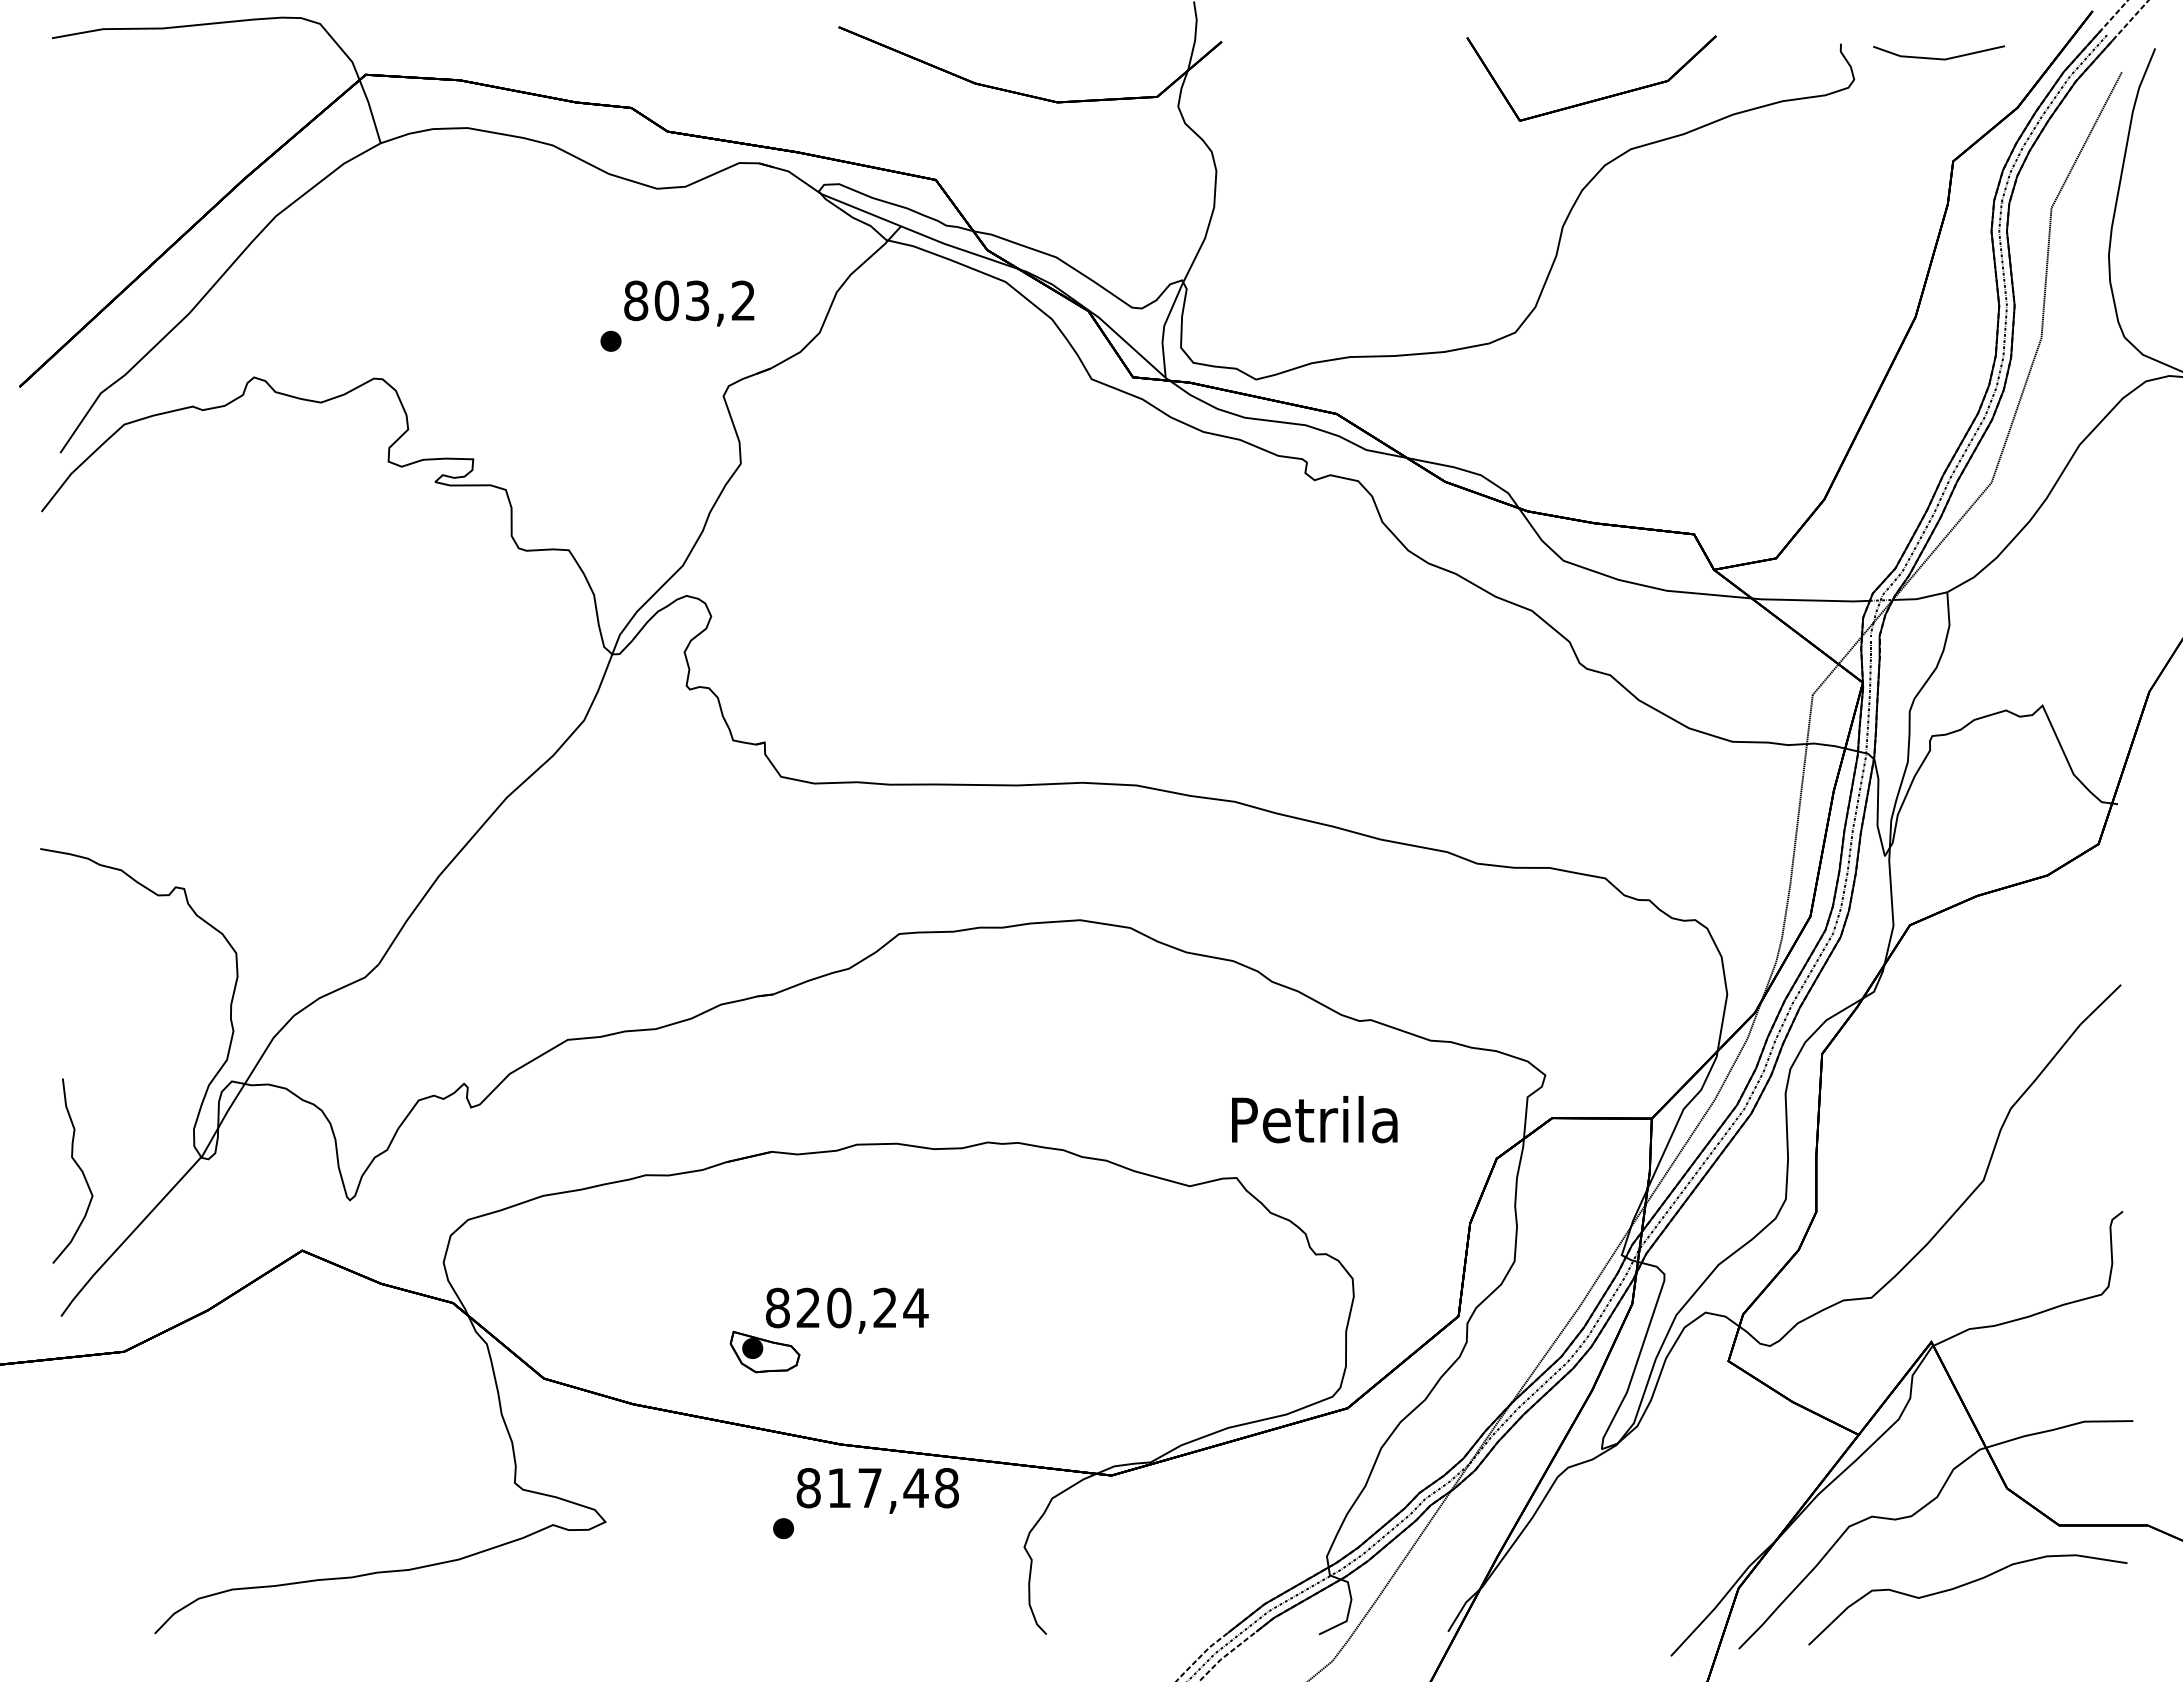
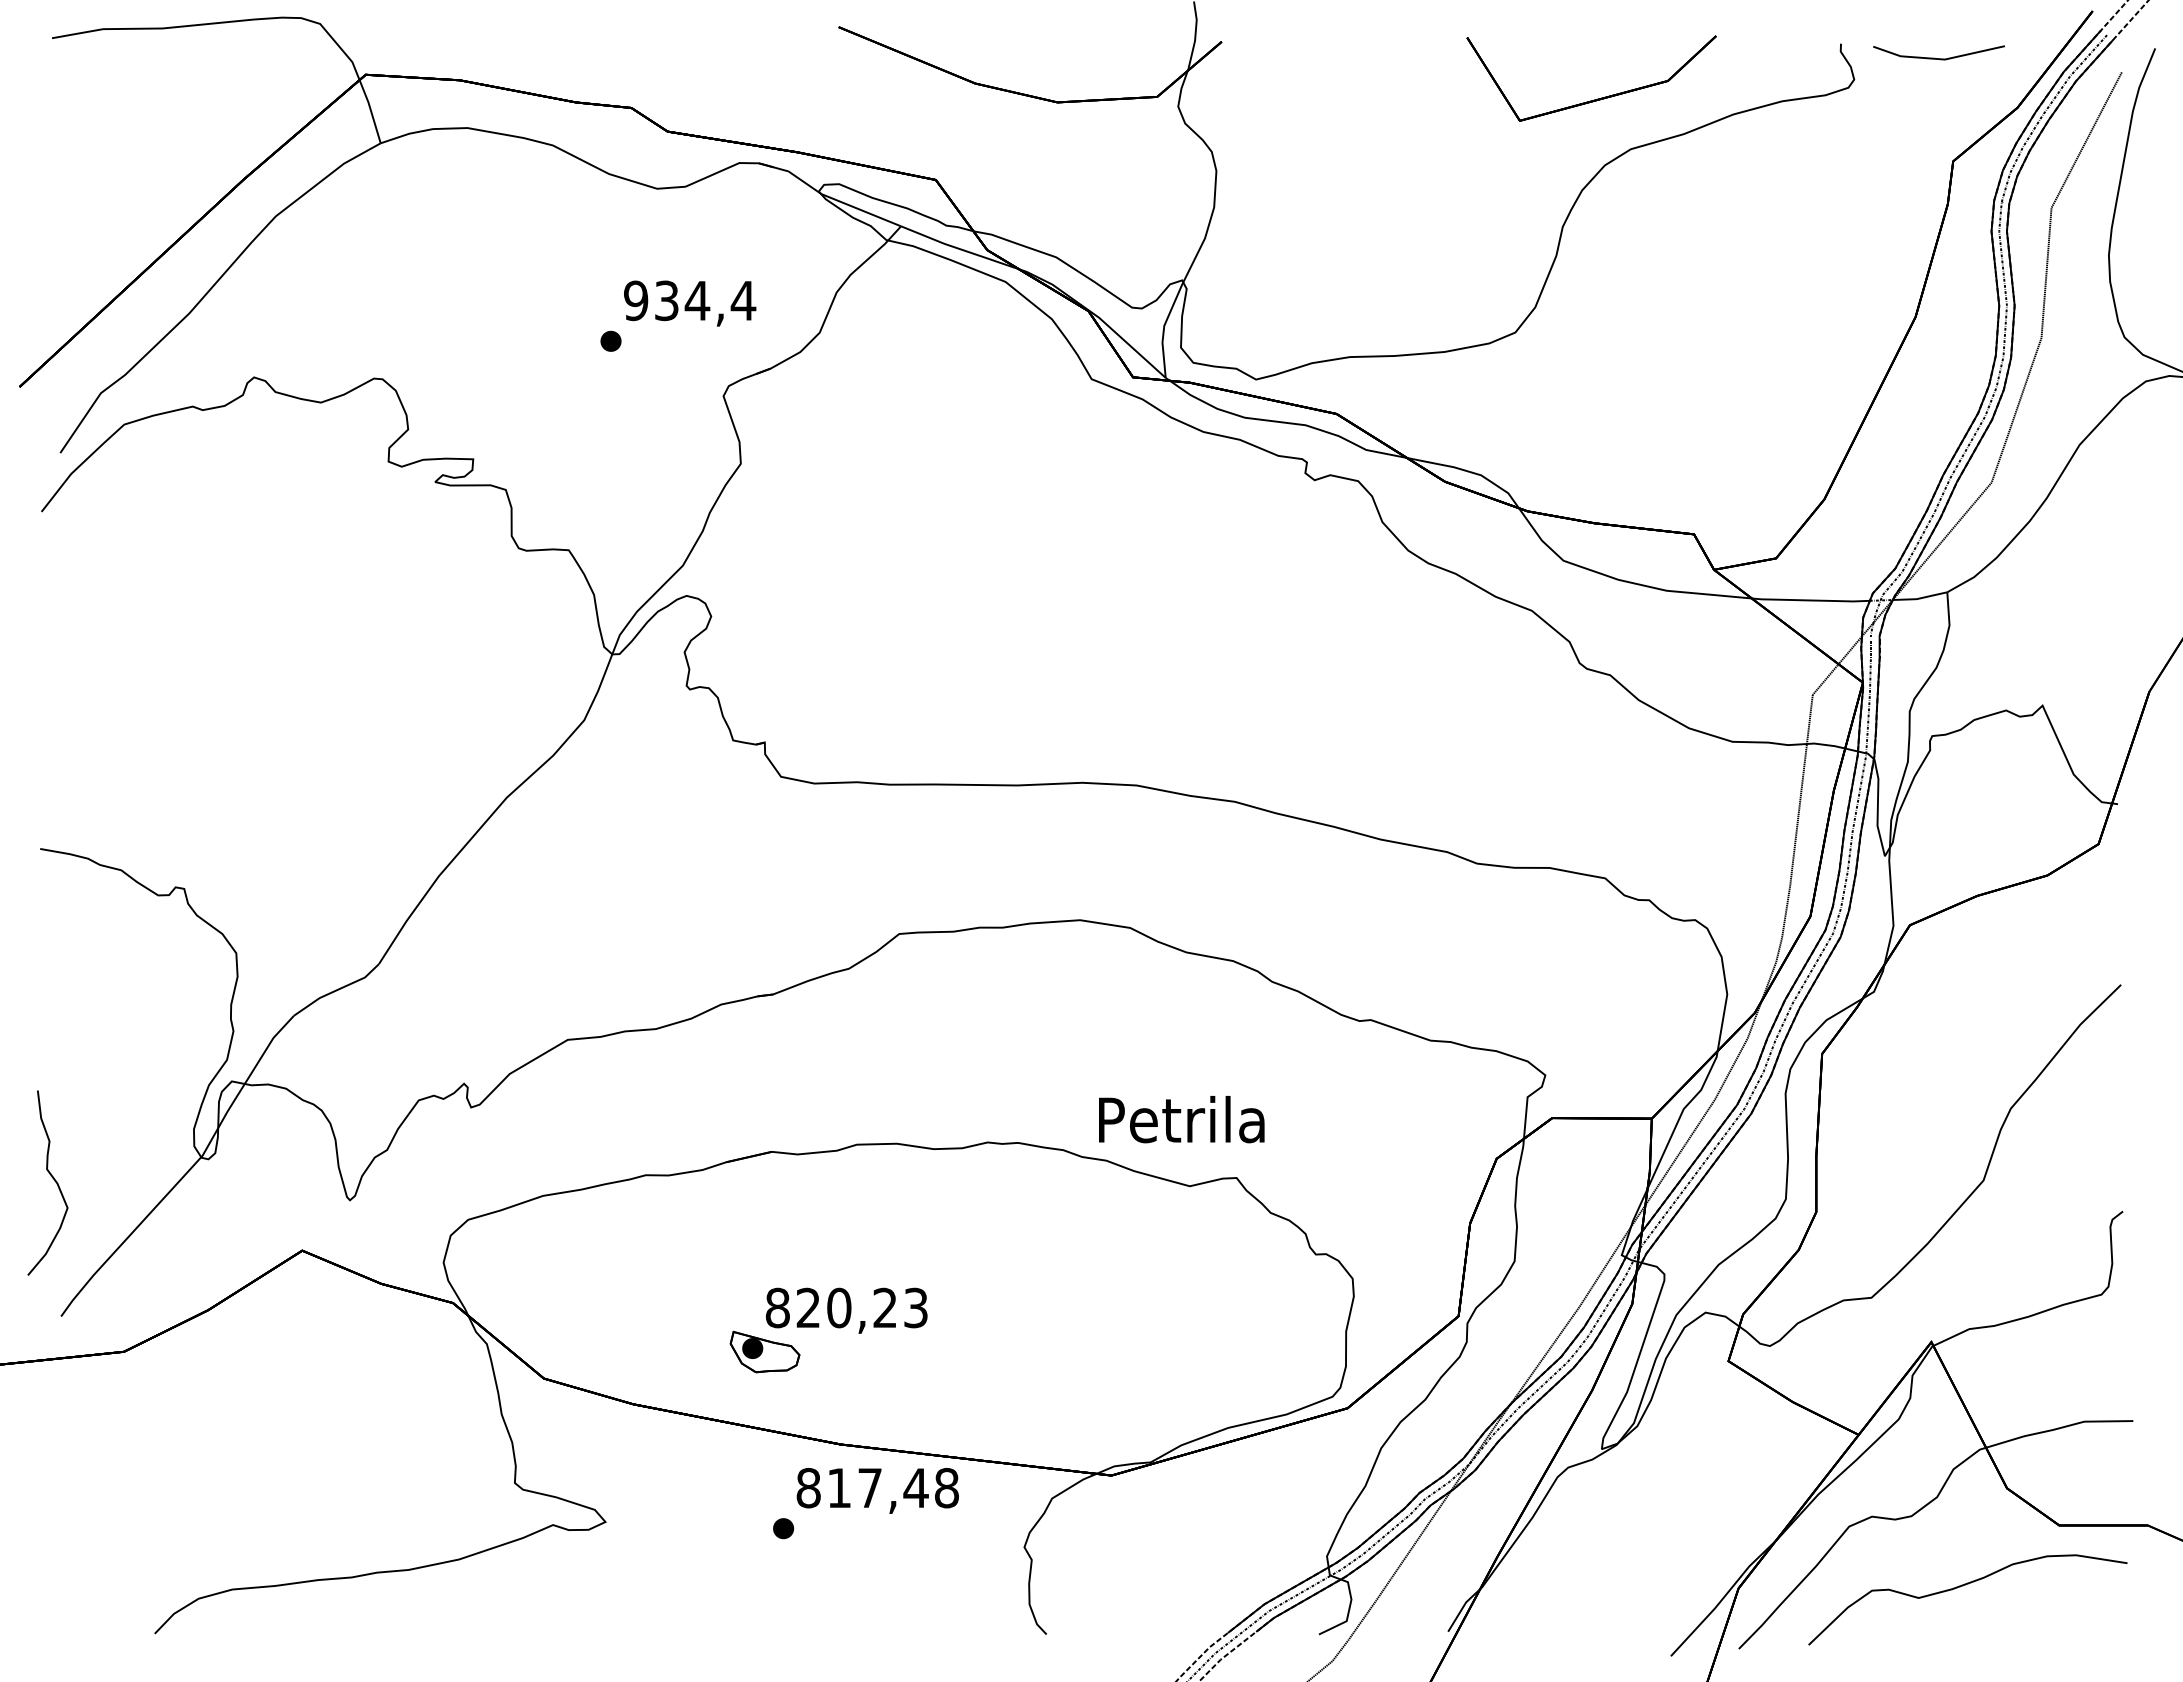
text at (690, 300): 803,2 -> 934,4
text at (1314, 1119) position: (1314, 1119) -> (1181, 1119)
curve at (76, 1165) position: (76, 1165) -> (51, 1177)
text at (915, 1307): 820,24 -> 820,23
